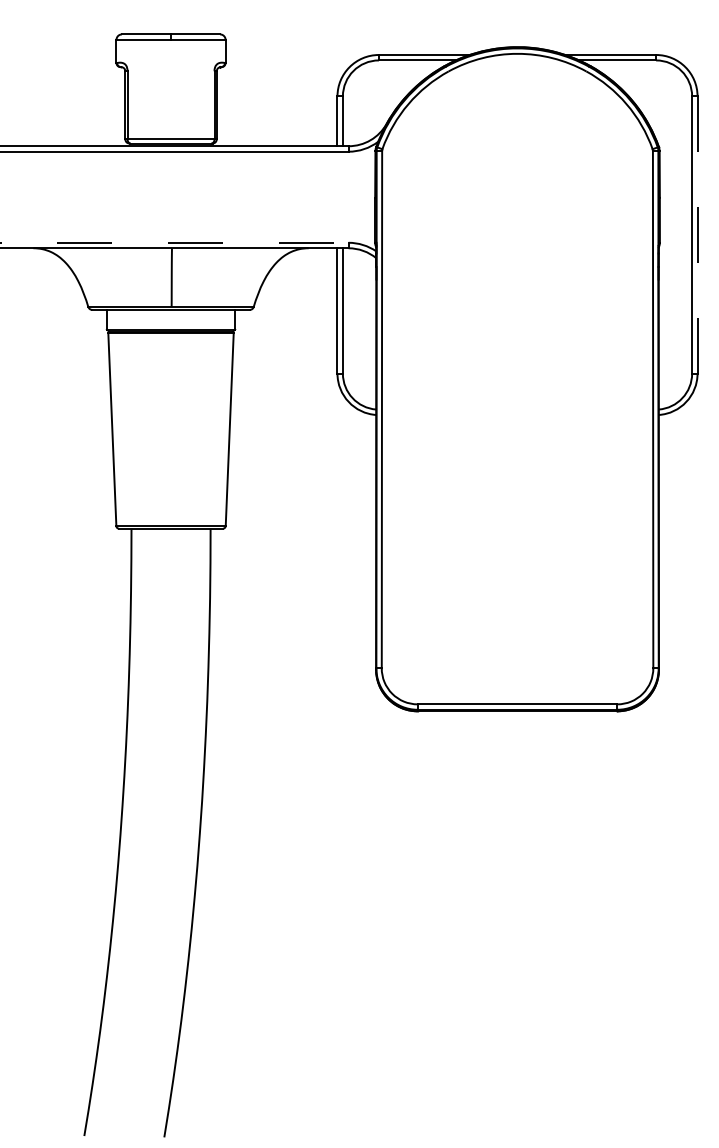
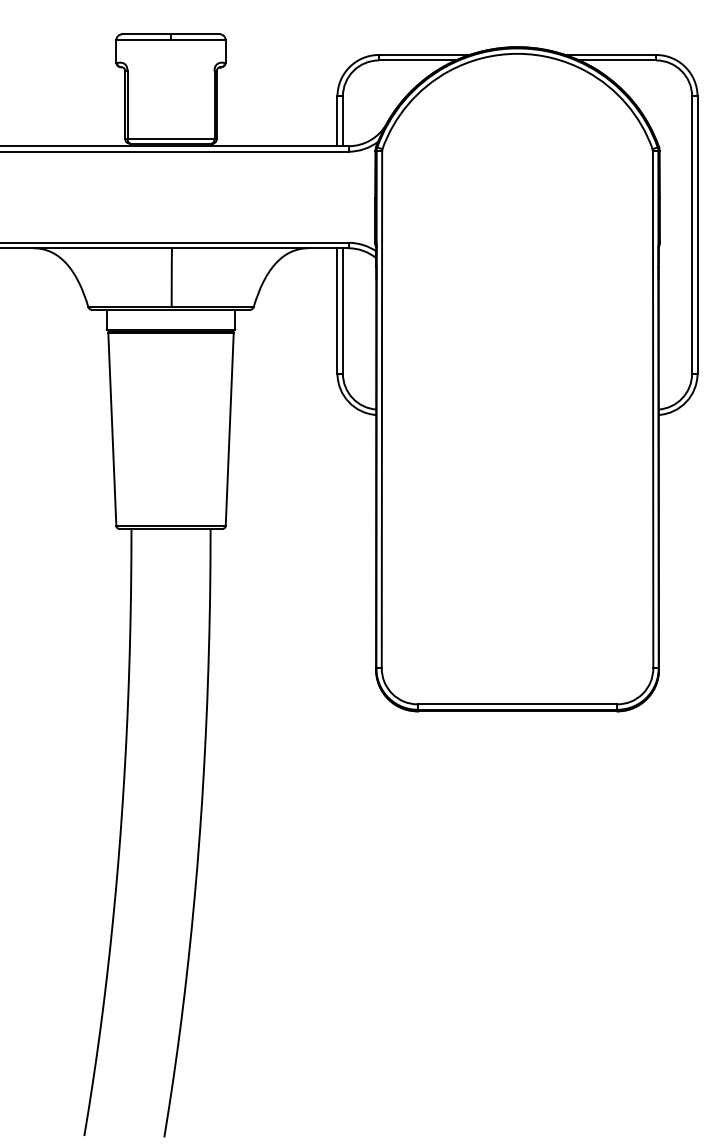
line at (697, 235): dashed -> solid
line at (174, 242): dashed -> solid
